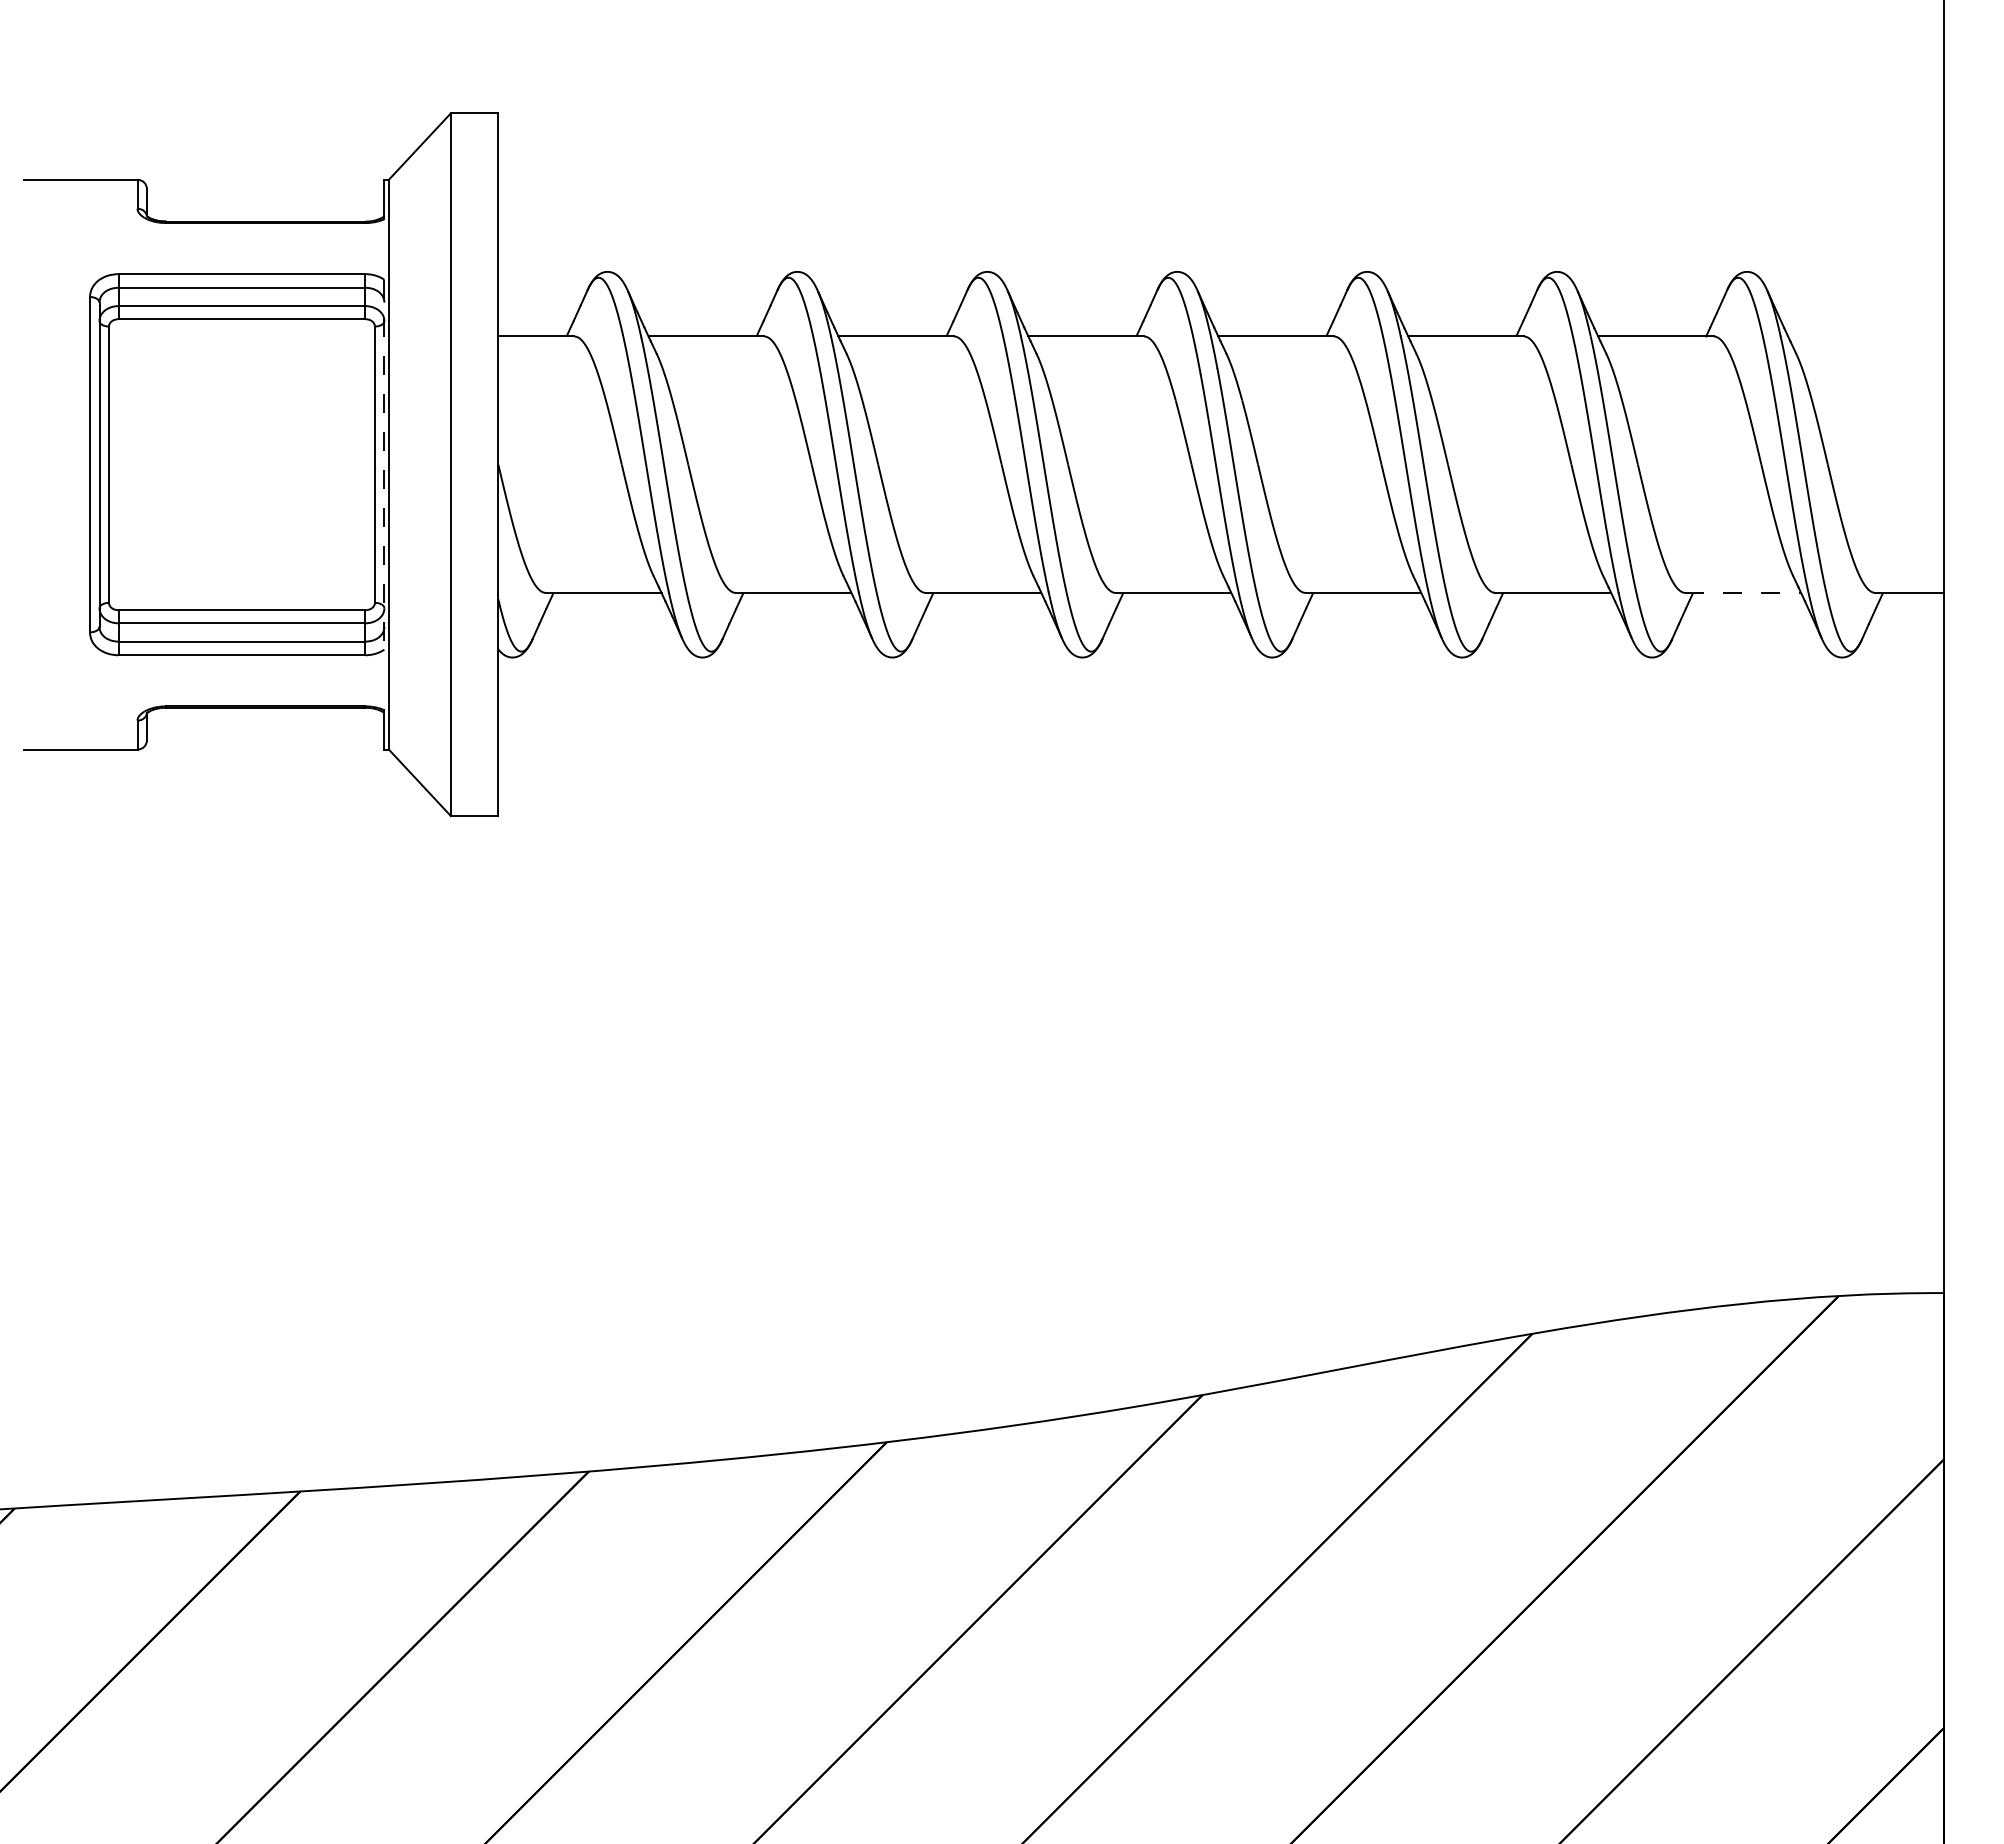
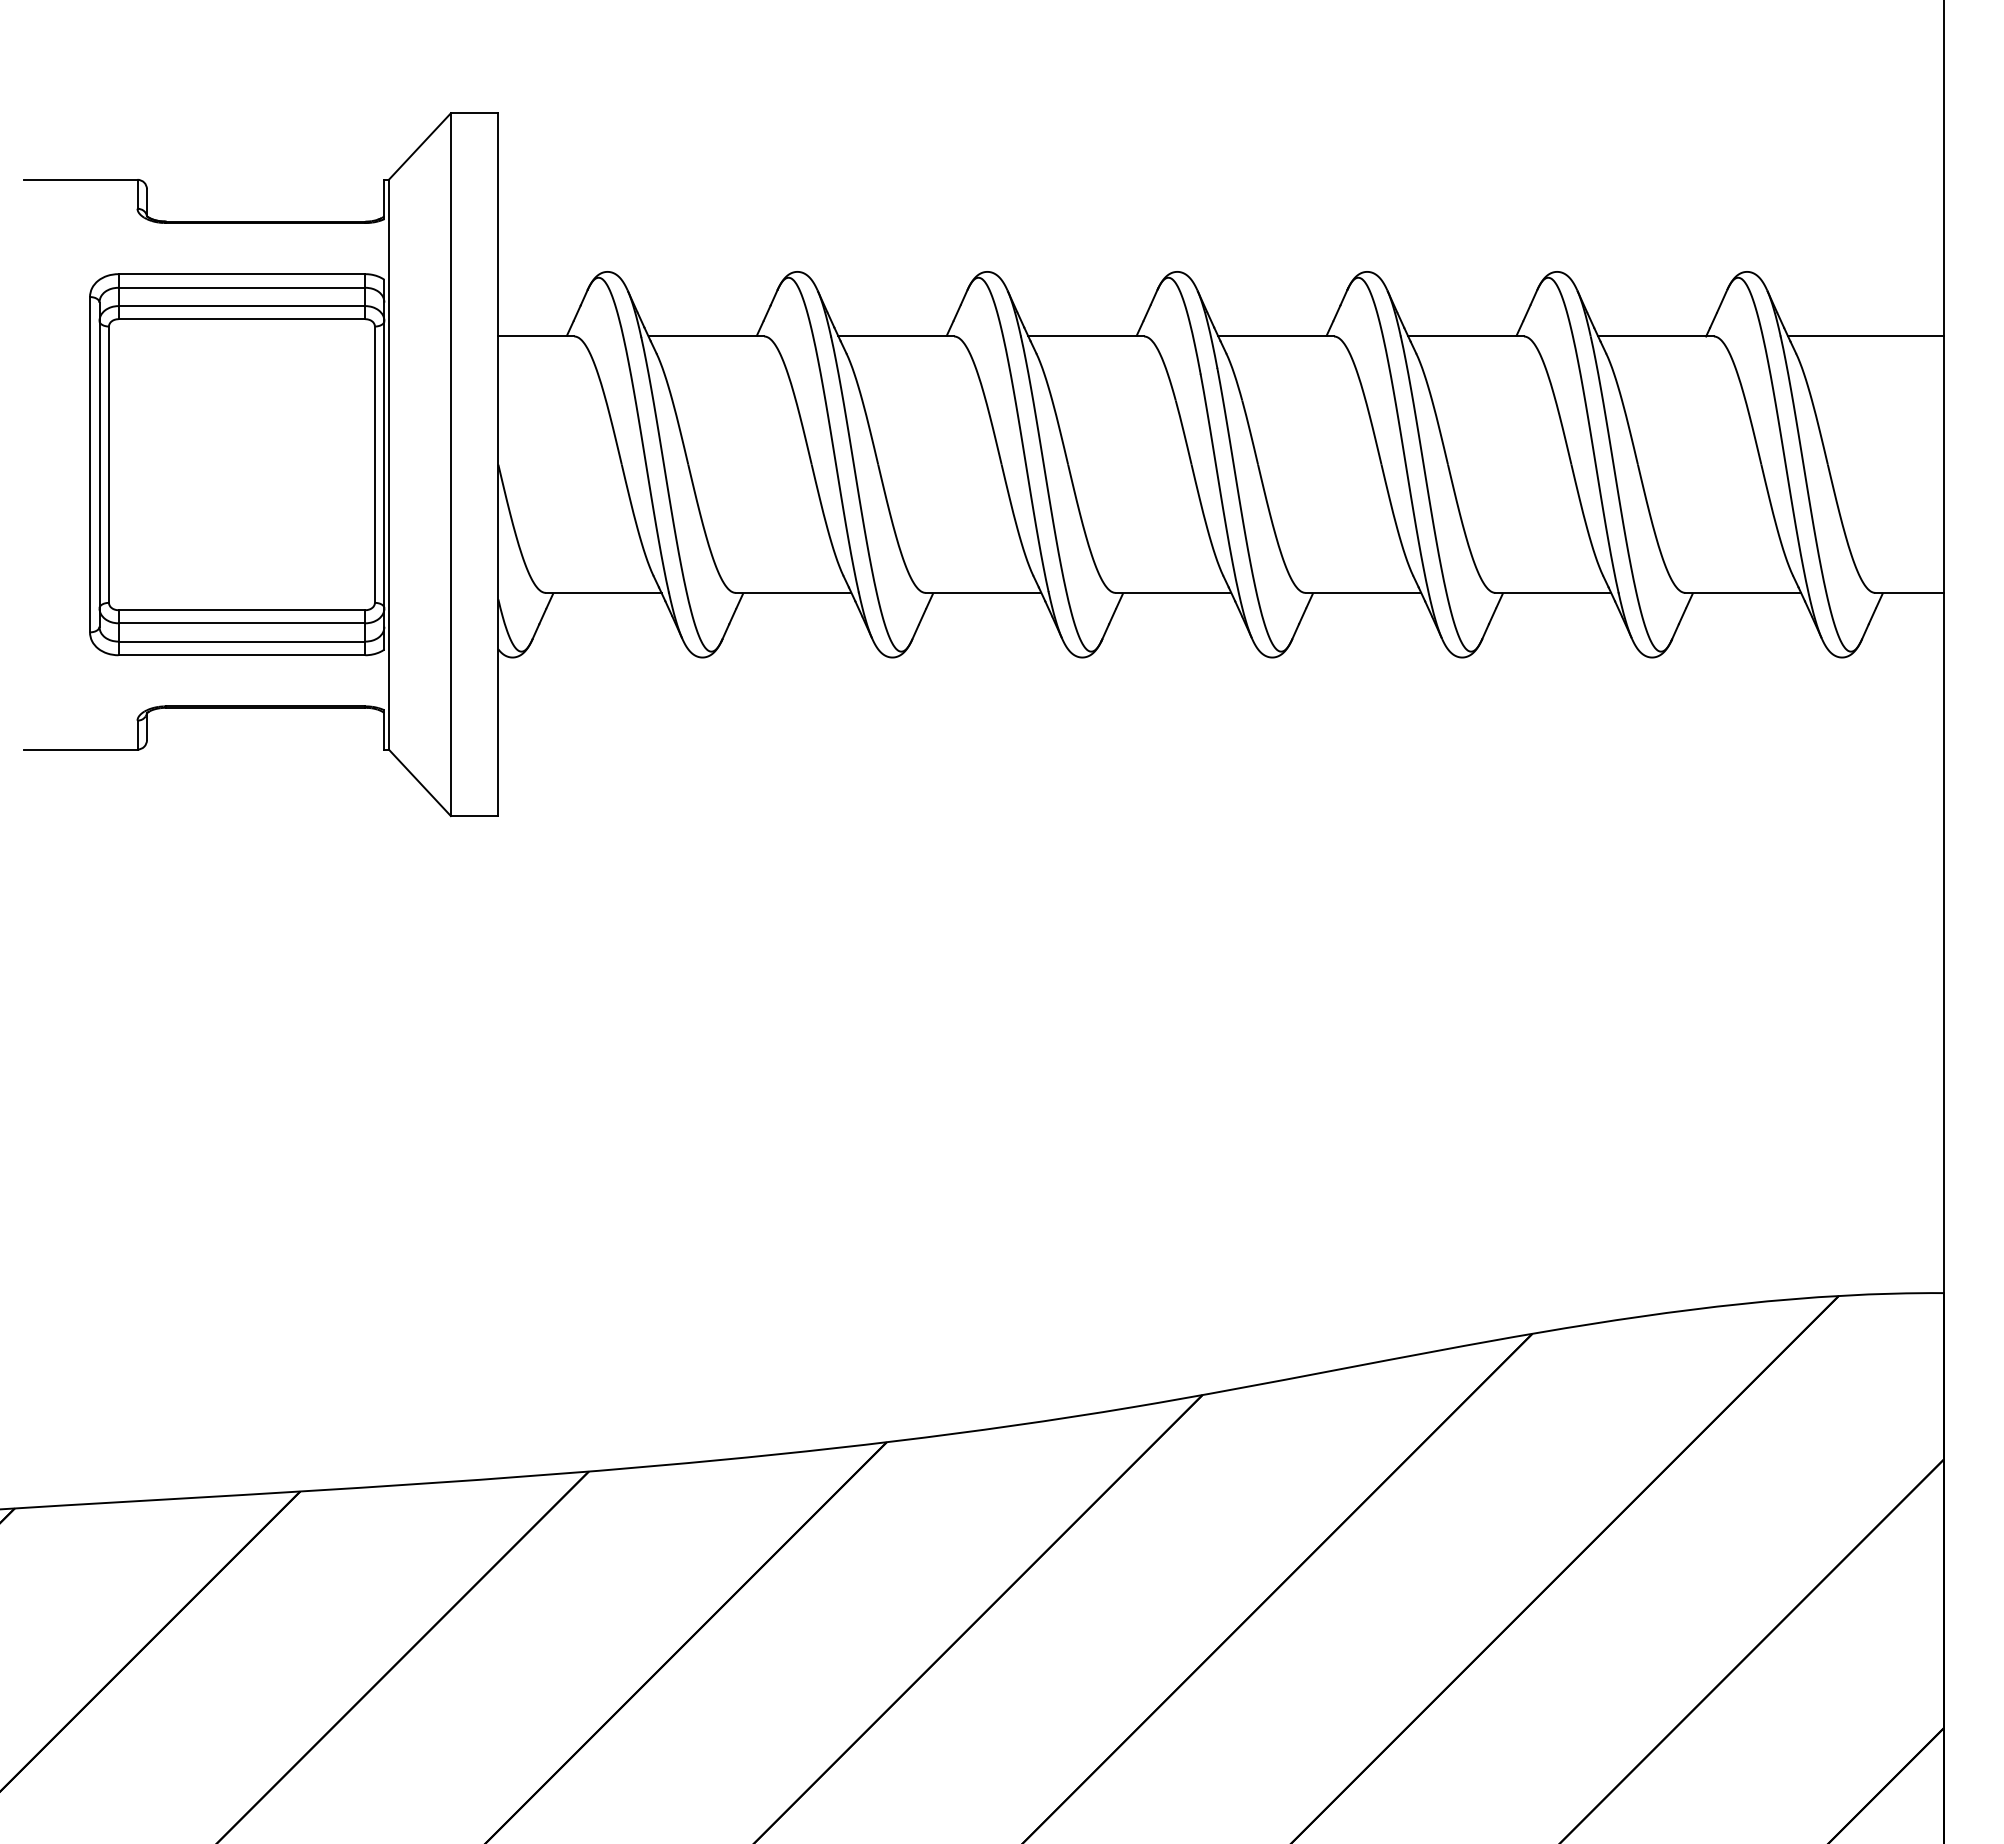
line at (1865, 336): none -> present
line at (384, 464): dashed -> solid
line at (1743, 592): dashed -> solid
